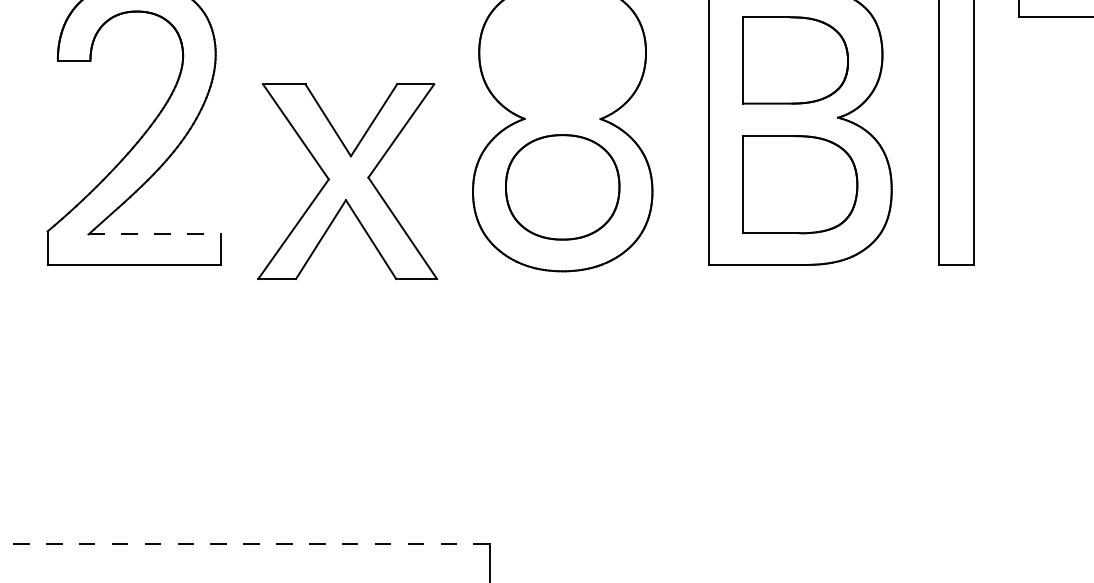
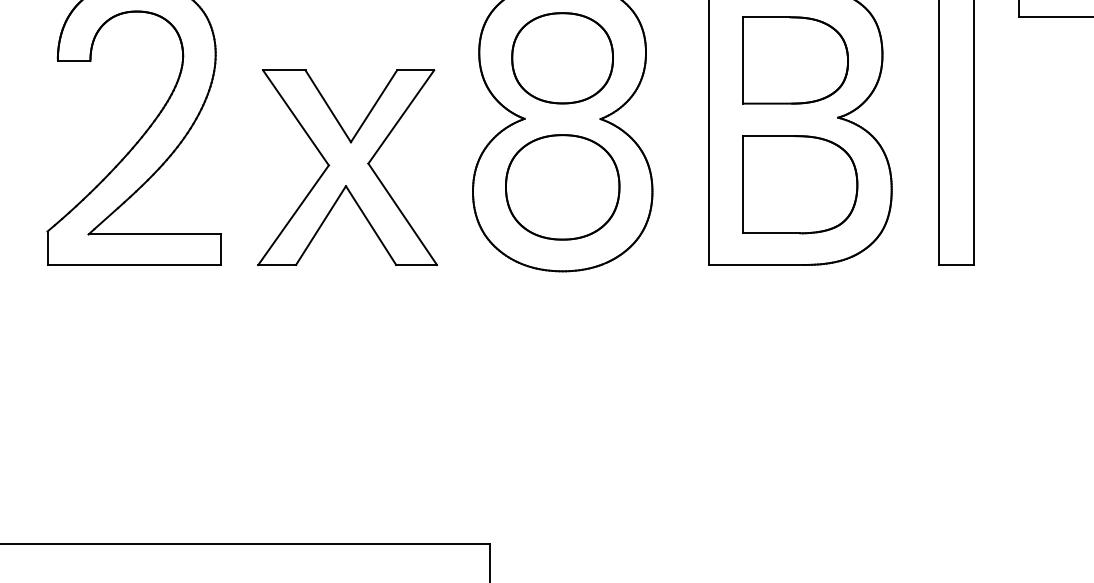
part at (562, 58): none -> present
part at (347, 181) position: (347, 181) -> (347, 167)
line at (155, 234): dashed -> solid
line at (244, 544): dashed -> solid
